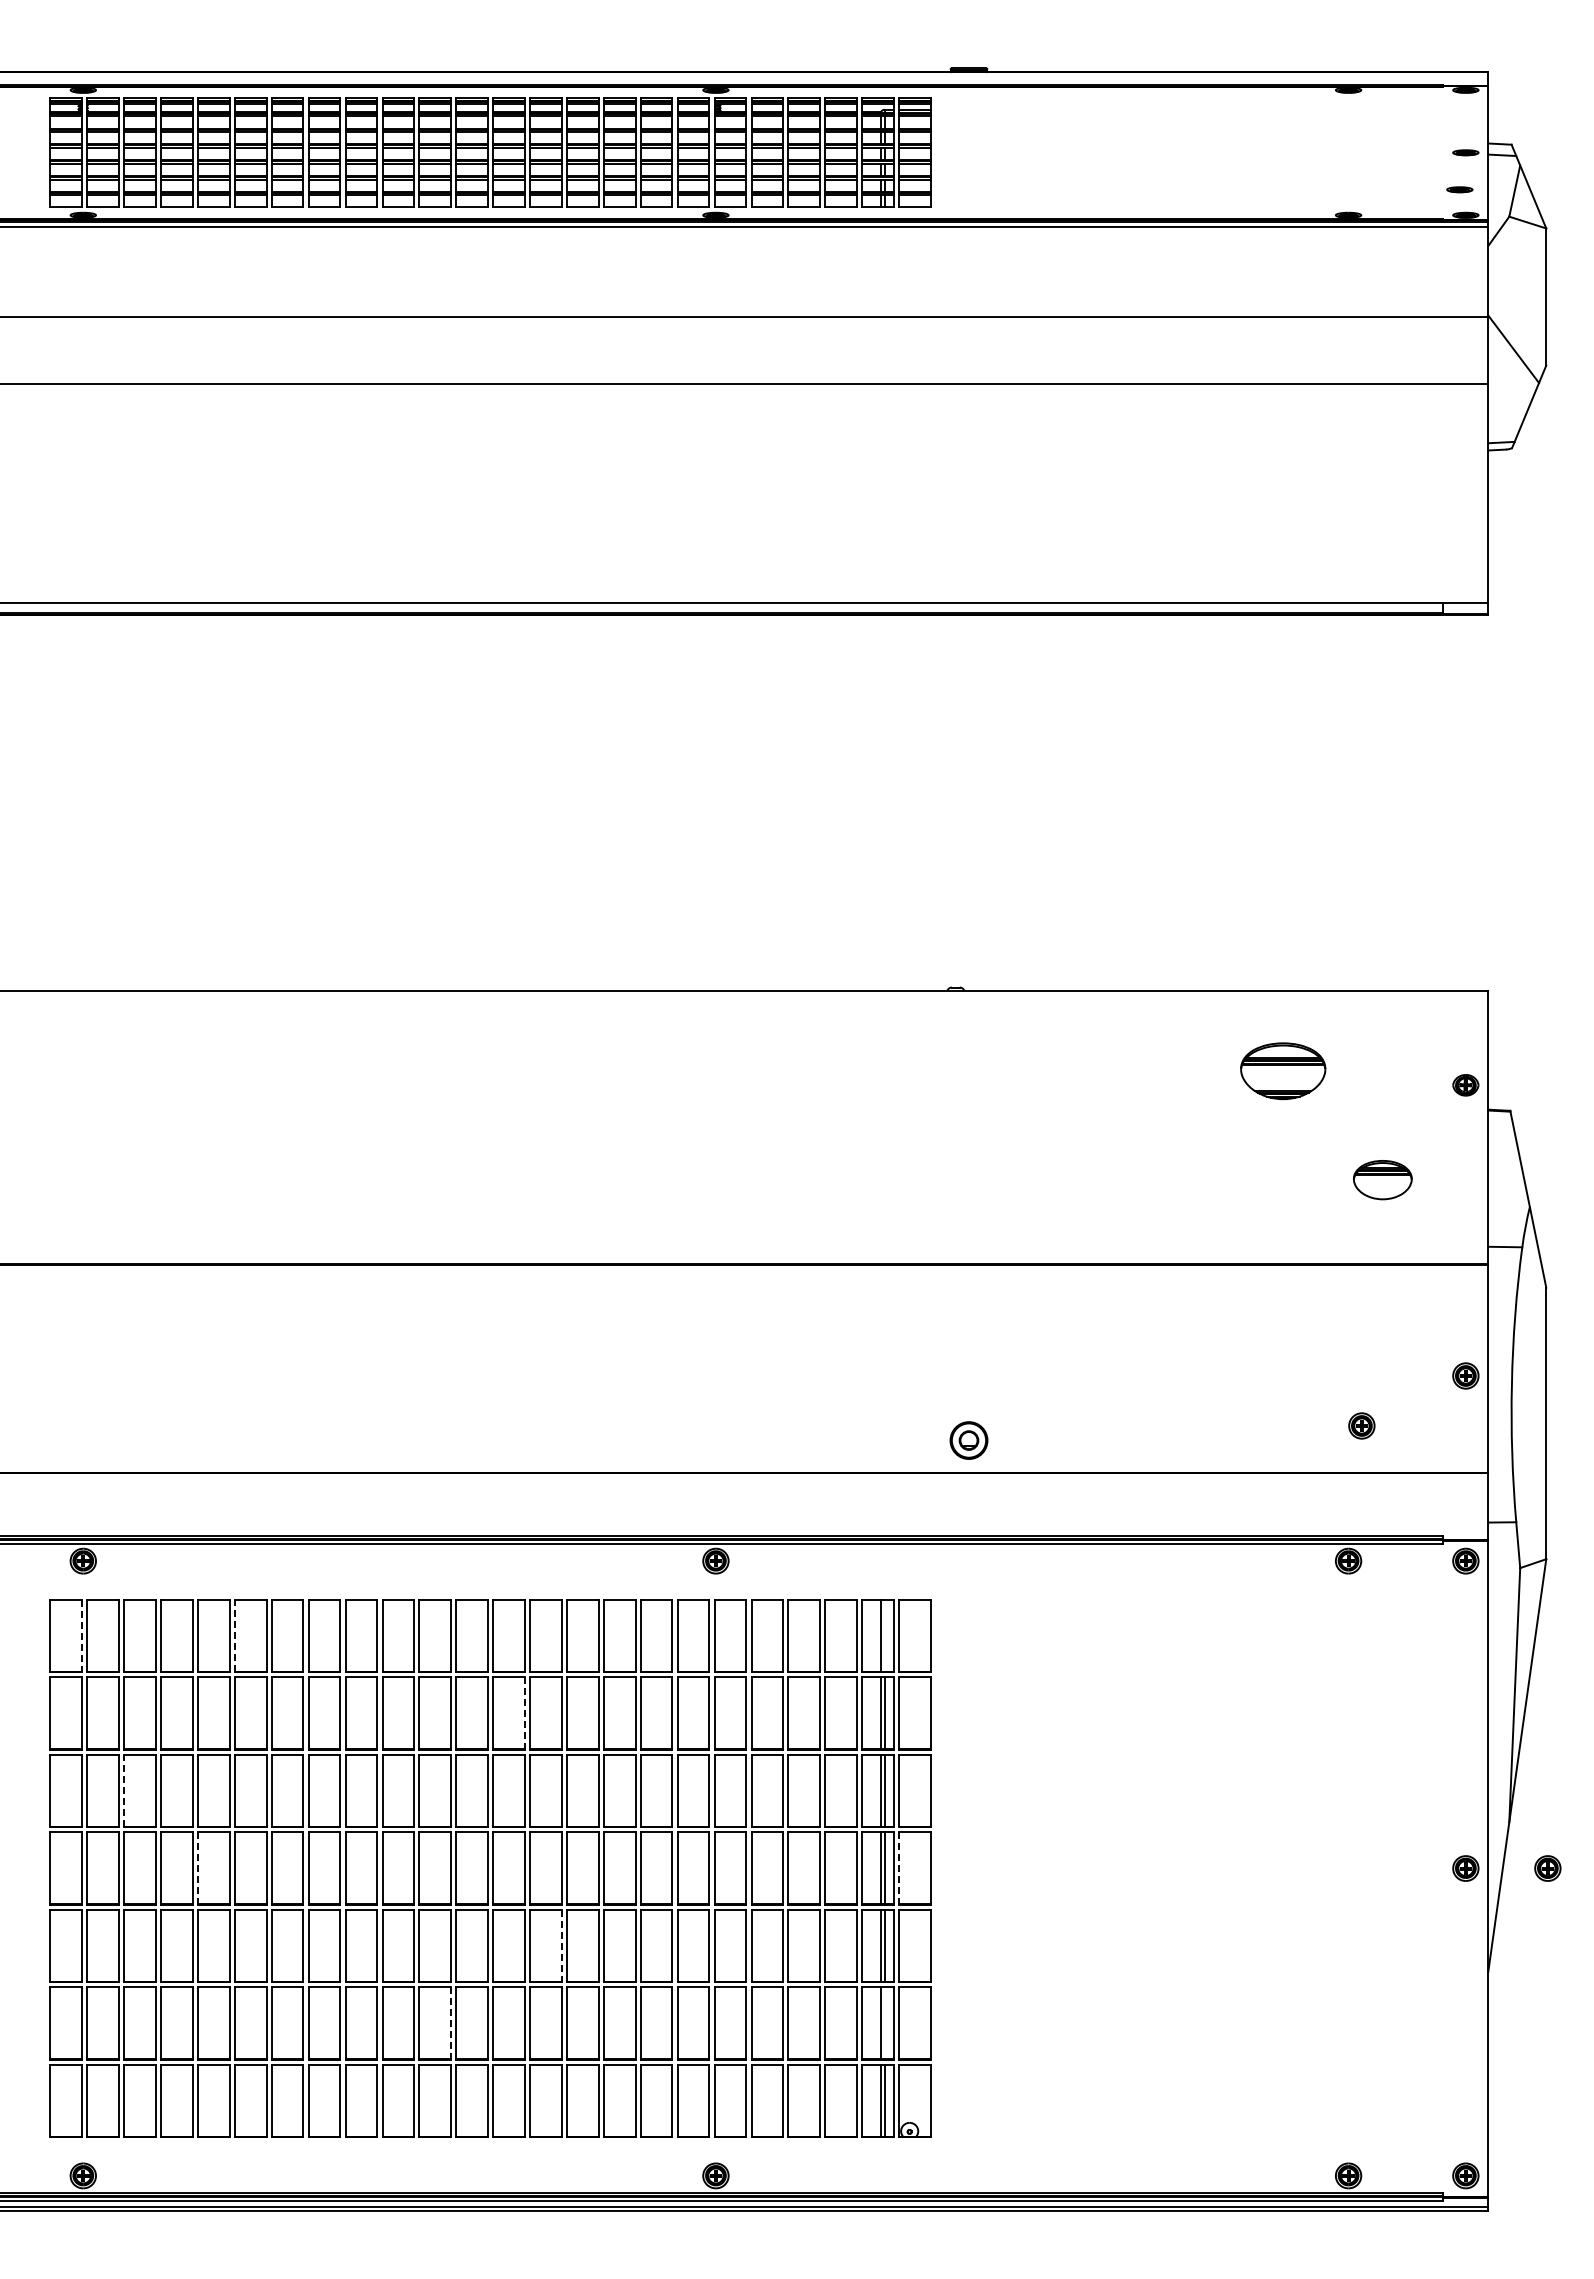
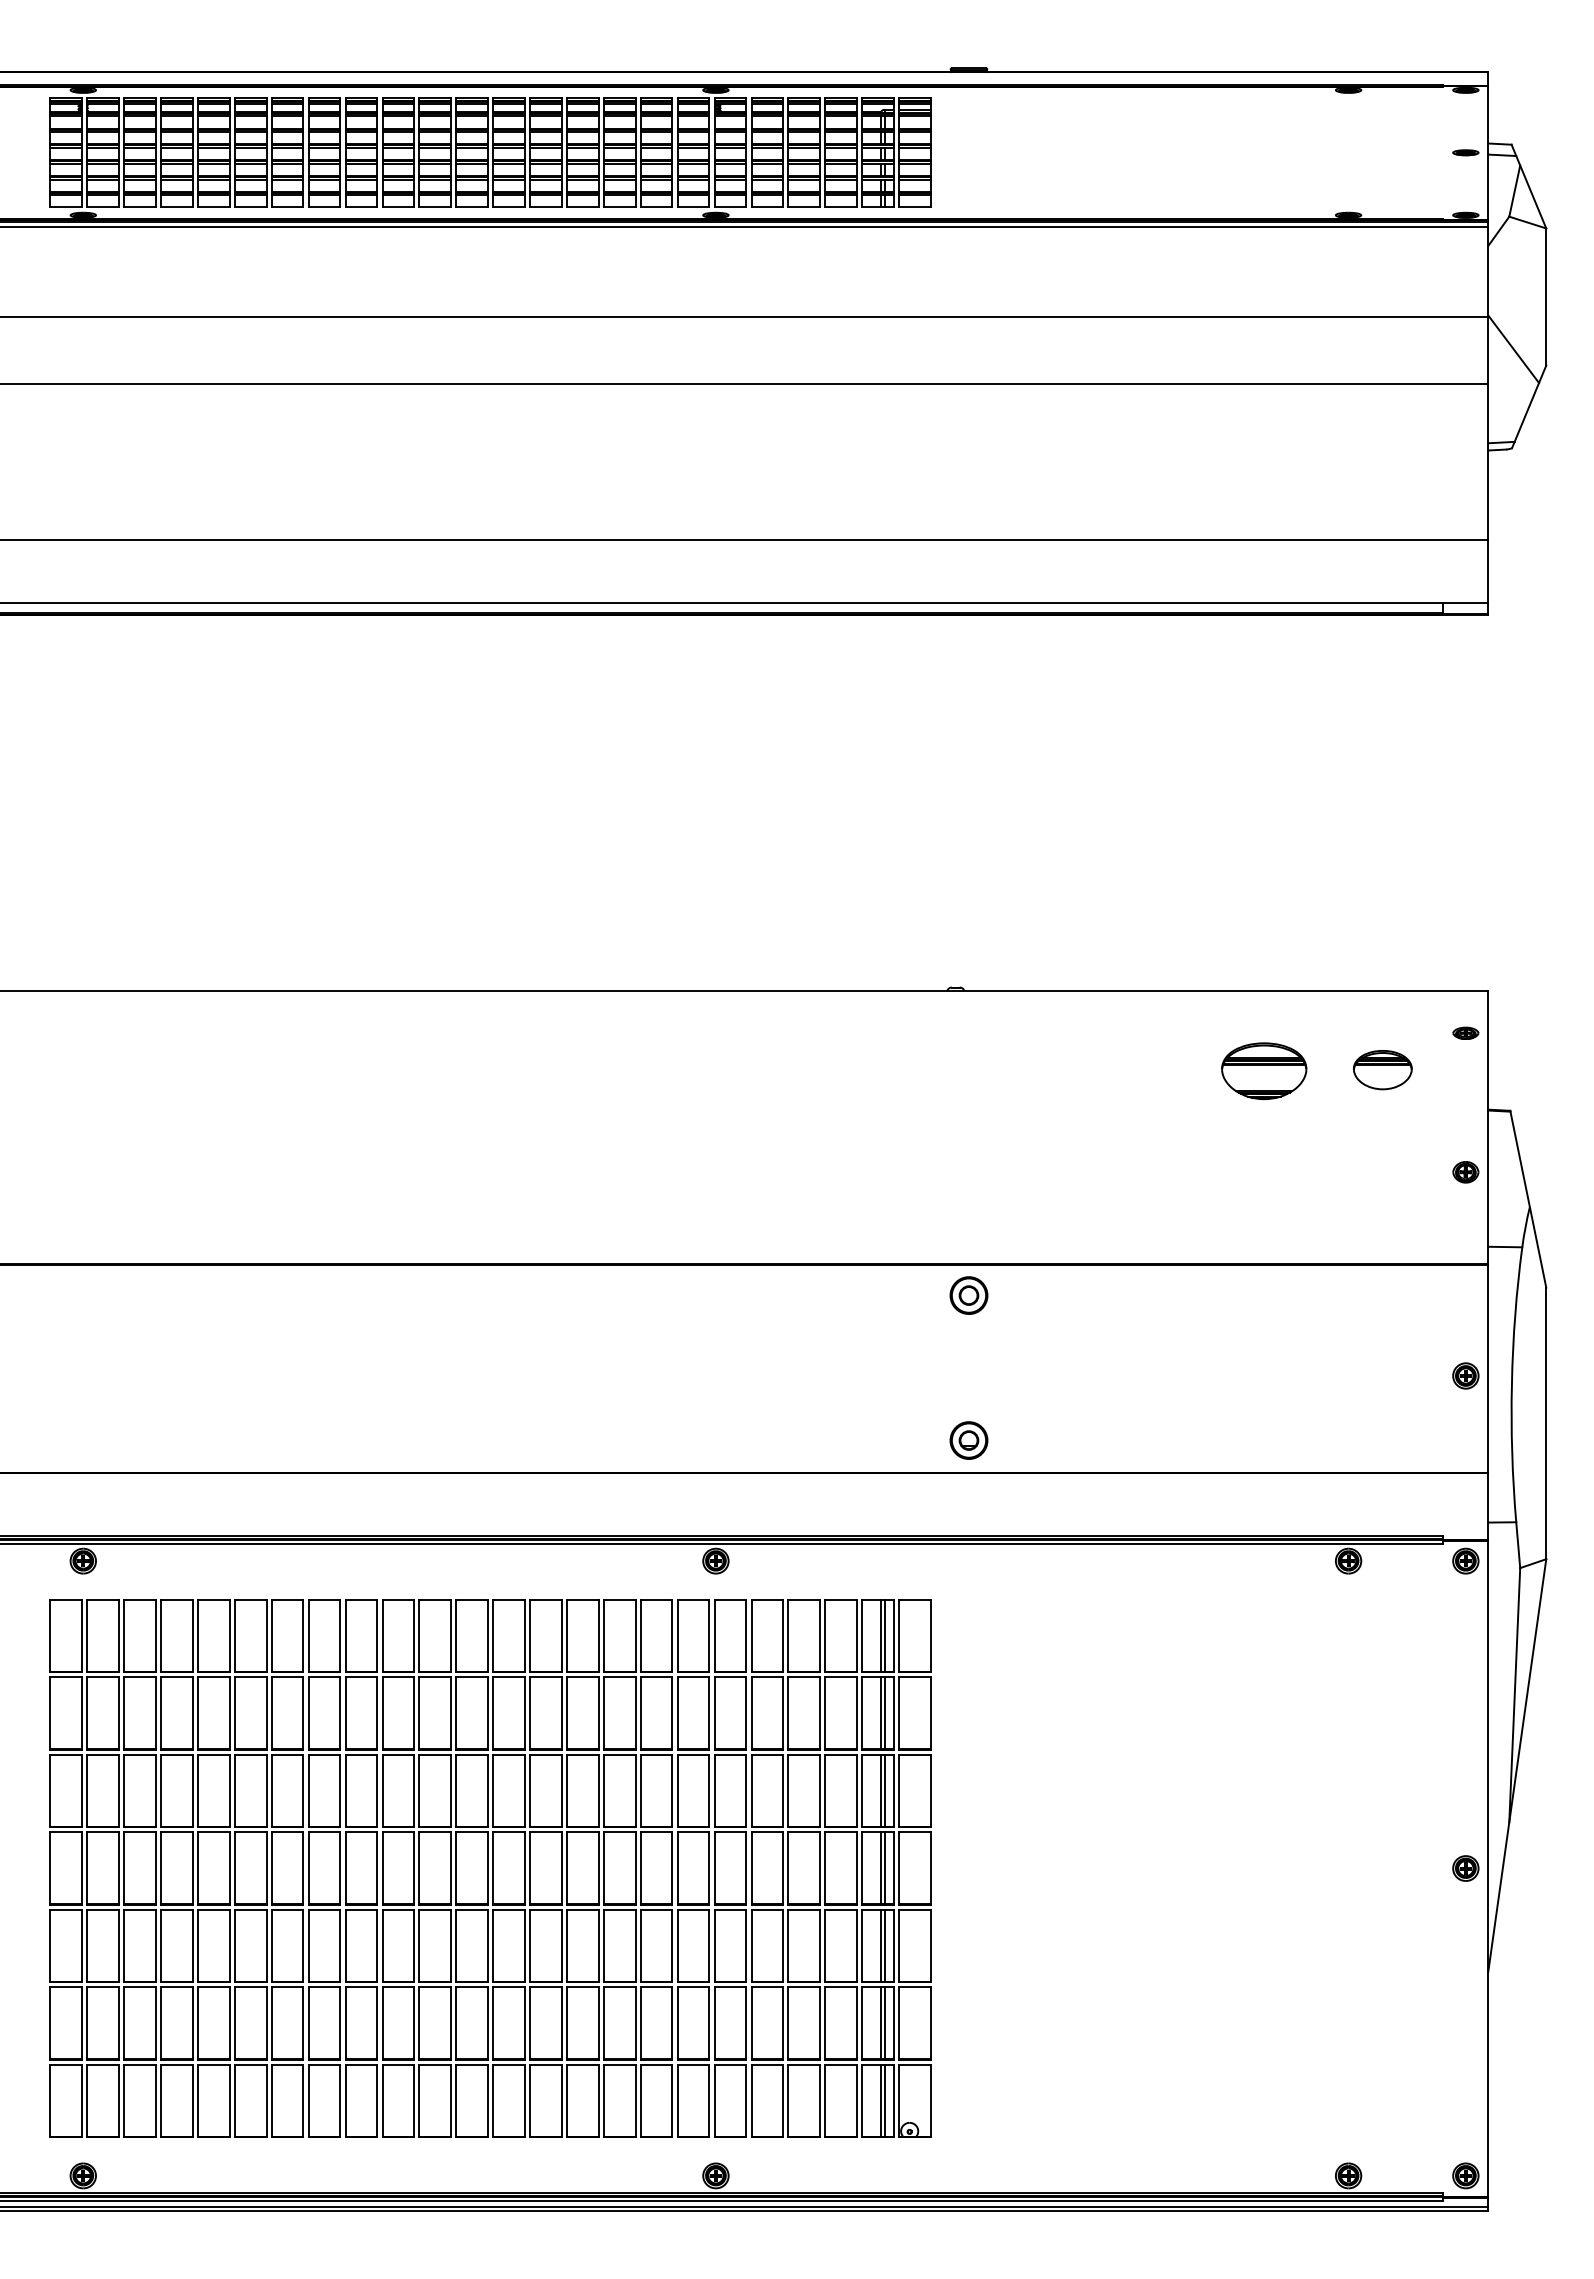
part at (1459, 189): present -> none
line at (745, 540): none -> present
part at (1465, 1032): none -> present
part at (1283, 1071) position: (1283, 1071) -> (1264, 1071)
part at (1465, 1085) position: (1465, 1085) -> (1465, 1172)
part at (1382, 1180) position: (1382, 1180) -> (1382, 1070)
part at (968, 1295): none -> present
part at (1361, 1425): present -> none
line at (234, 1635): dashed -> solid
line at (884, 1635): none -> present
line at (82, 1636): dashed -> solid
line at (524, 1714): dashed -> solid
line at (124, 1790): dashed -> solid
line at (197, 1868): dashed -> solid
line at (899, 1868): dashed -> solid
part at (1547, 1868): present -> none
line at (561, 1946): dashed -> solid
line at (884, 2023): none -> present
line at (451, 2024): dashed -> solid
